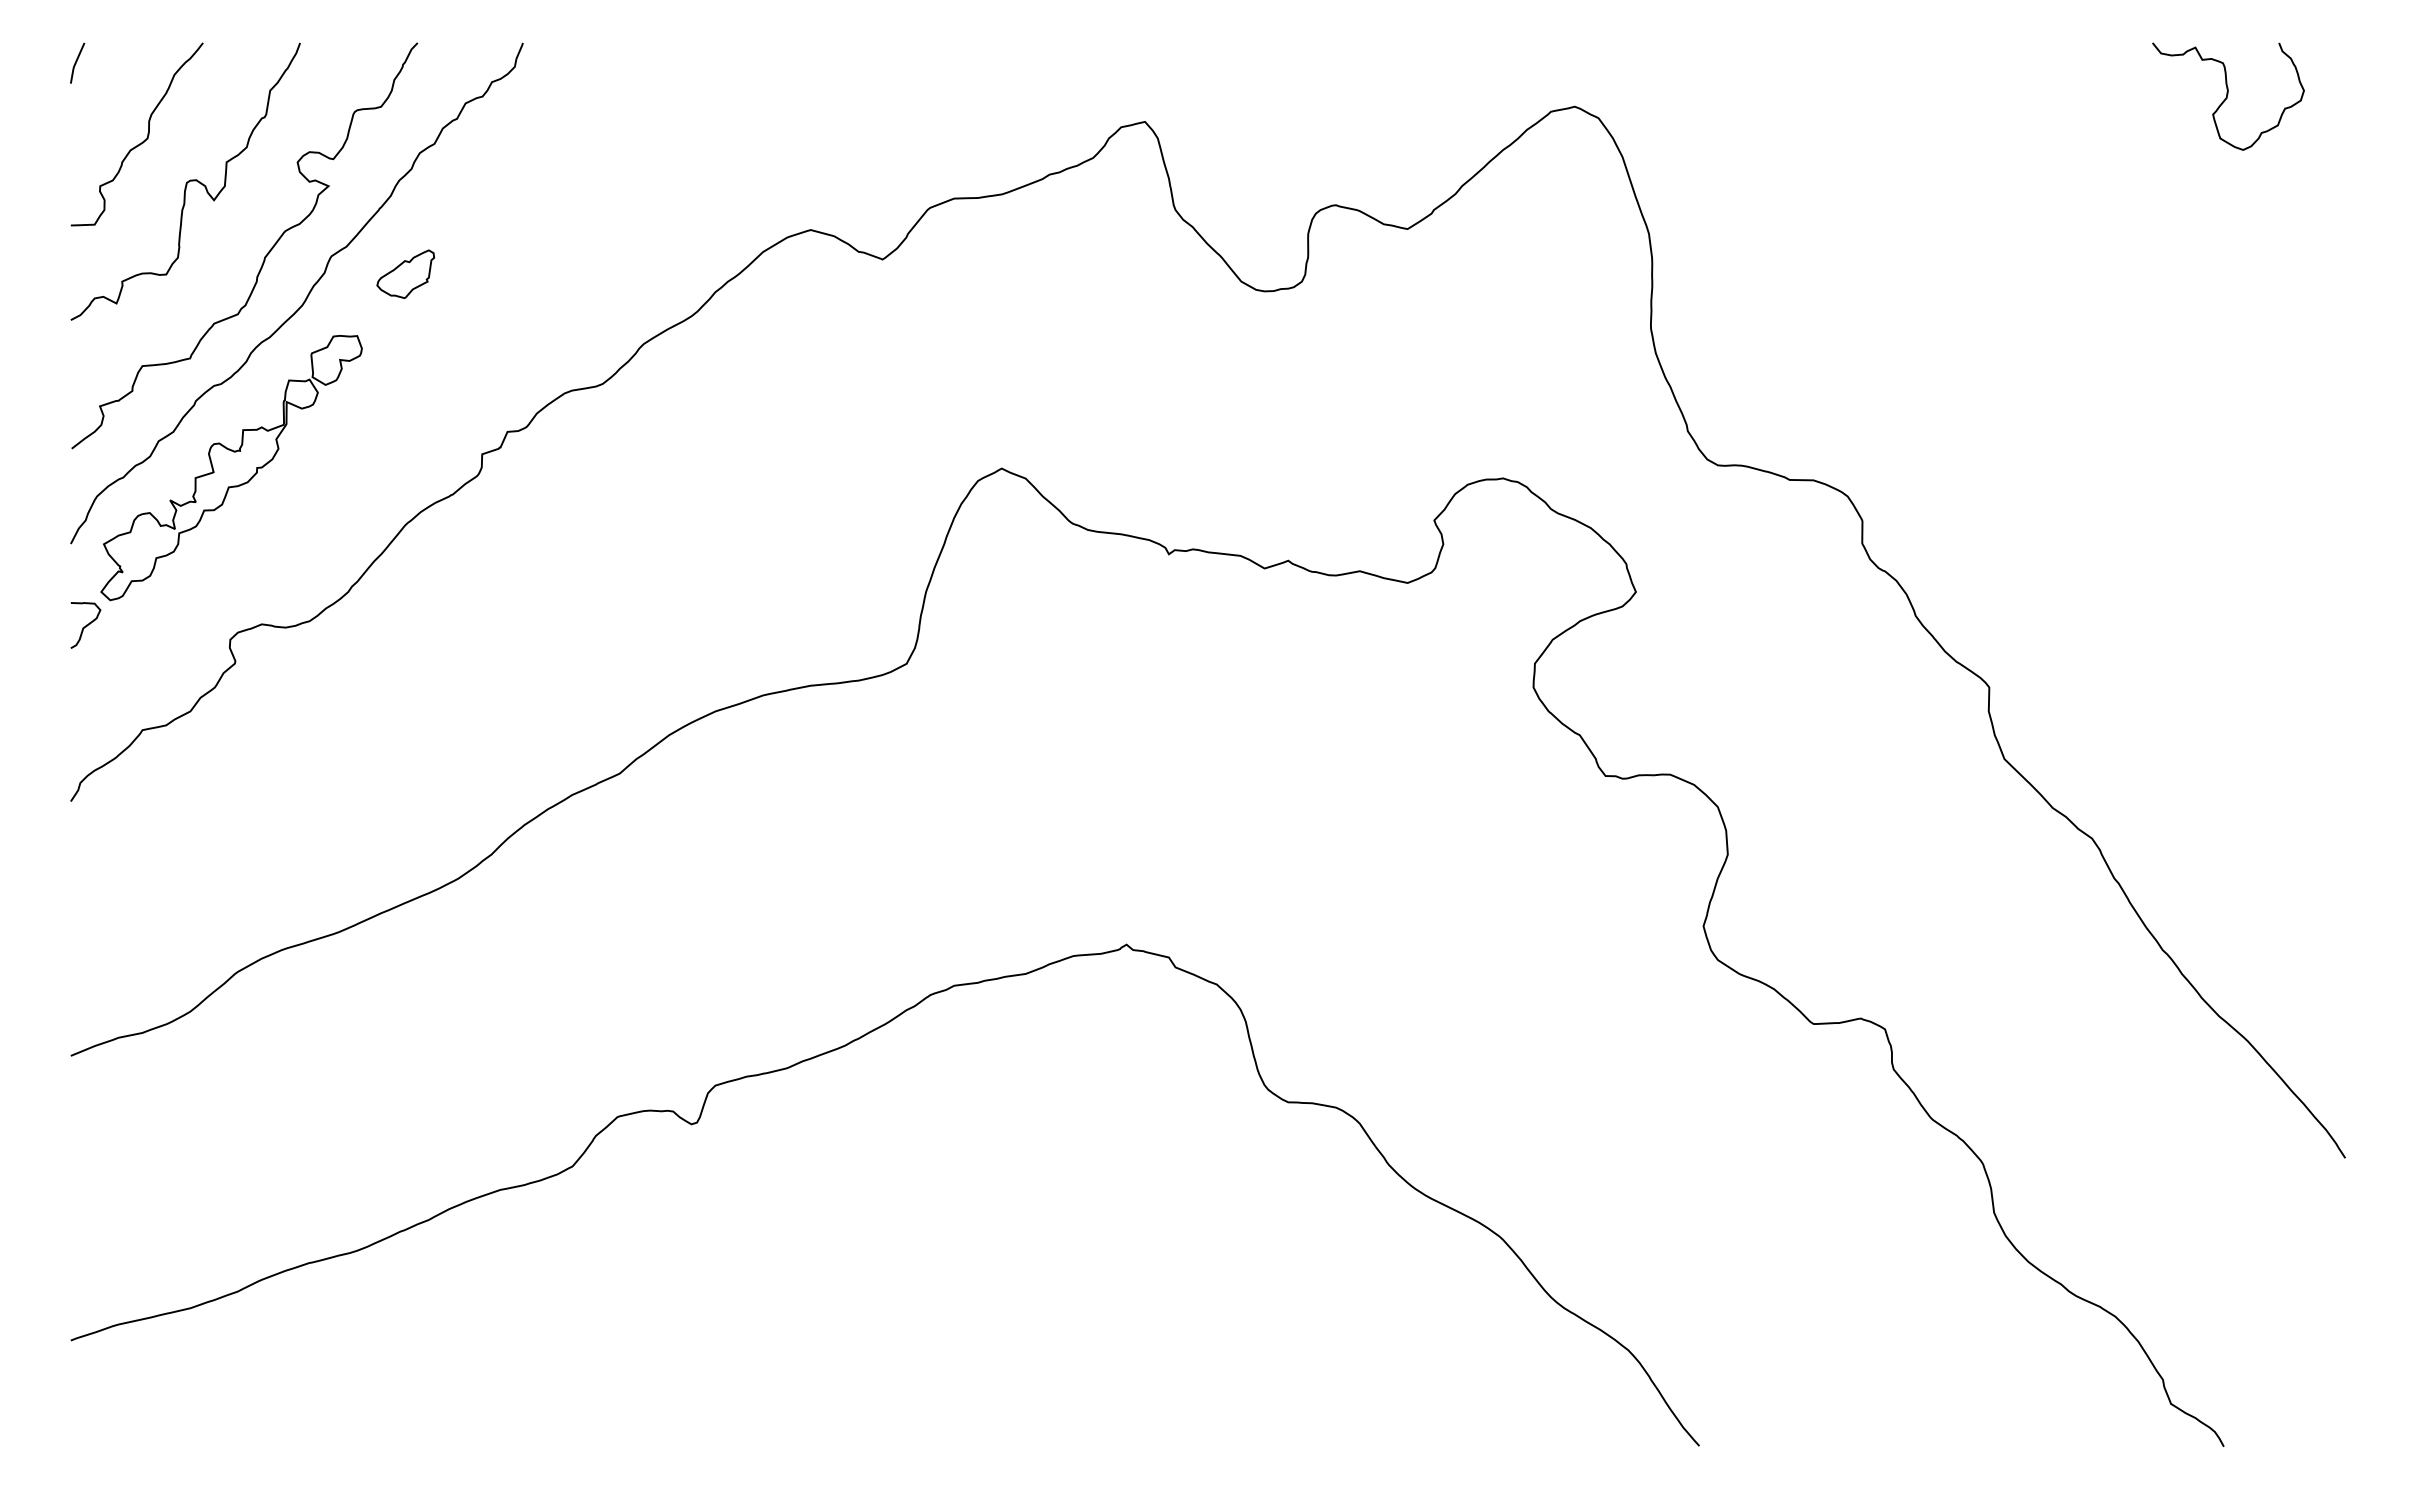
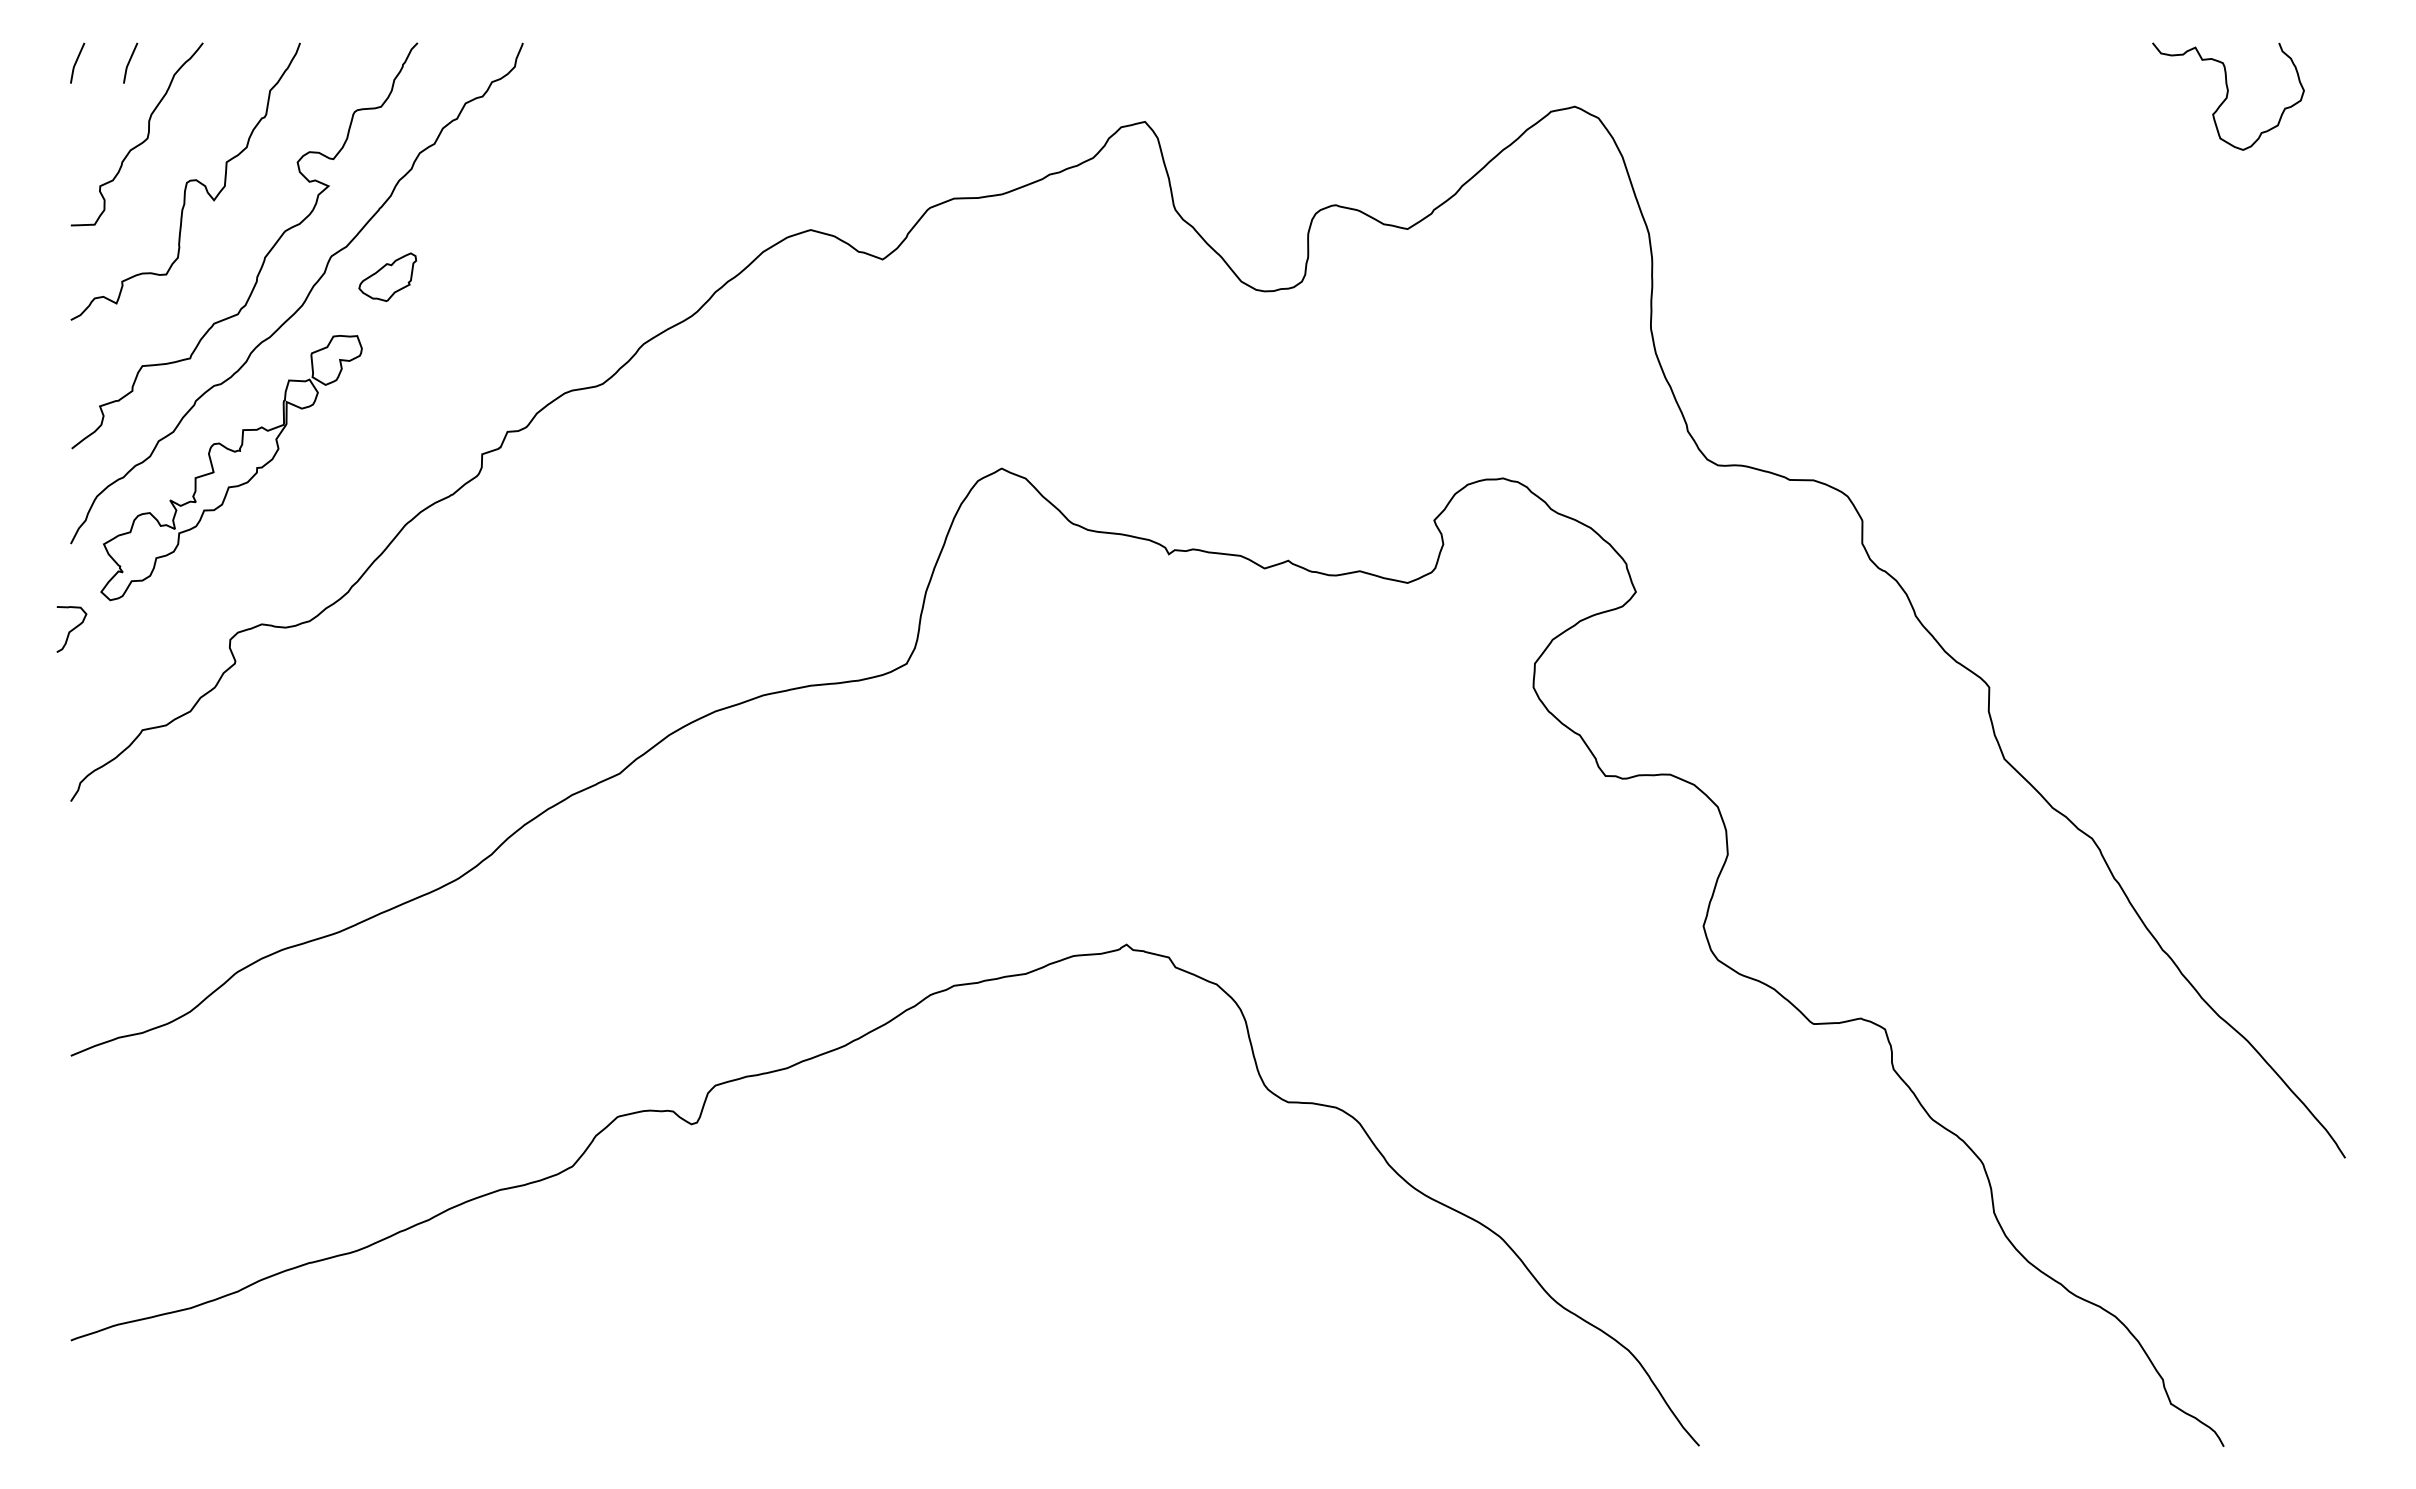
curve at (130, 61): none -> present
part at (405, 273) position: (405, 273) -> (387, 276)
curve at (85, 625) position: (85, 625) -> (71, 629)
